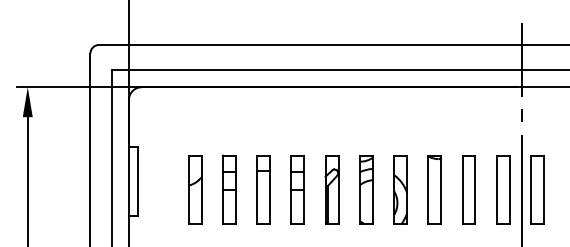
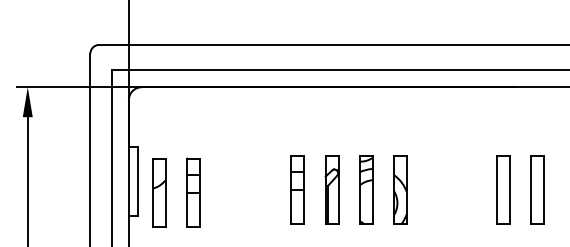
line at (522, 133): present -> none
part at (202, 189) position: (202, 189) -> (166, 192)
part at (263, 189): present -> none
part at (434, 189): present -> none
part at (468, 189): present -> none
